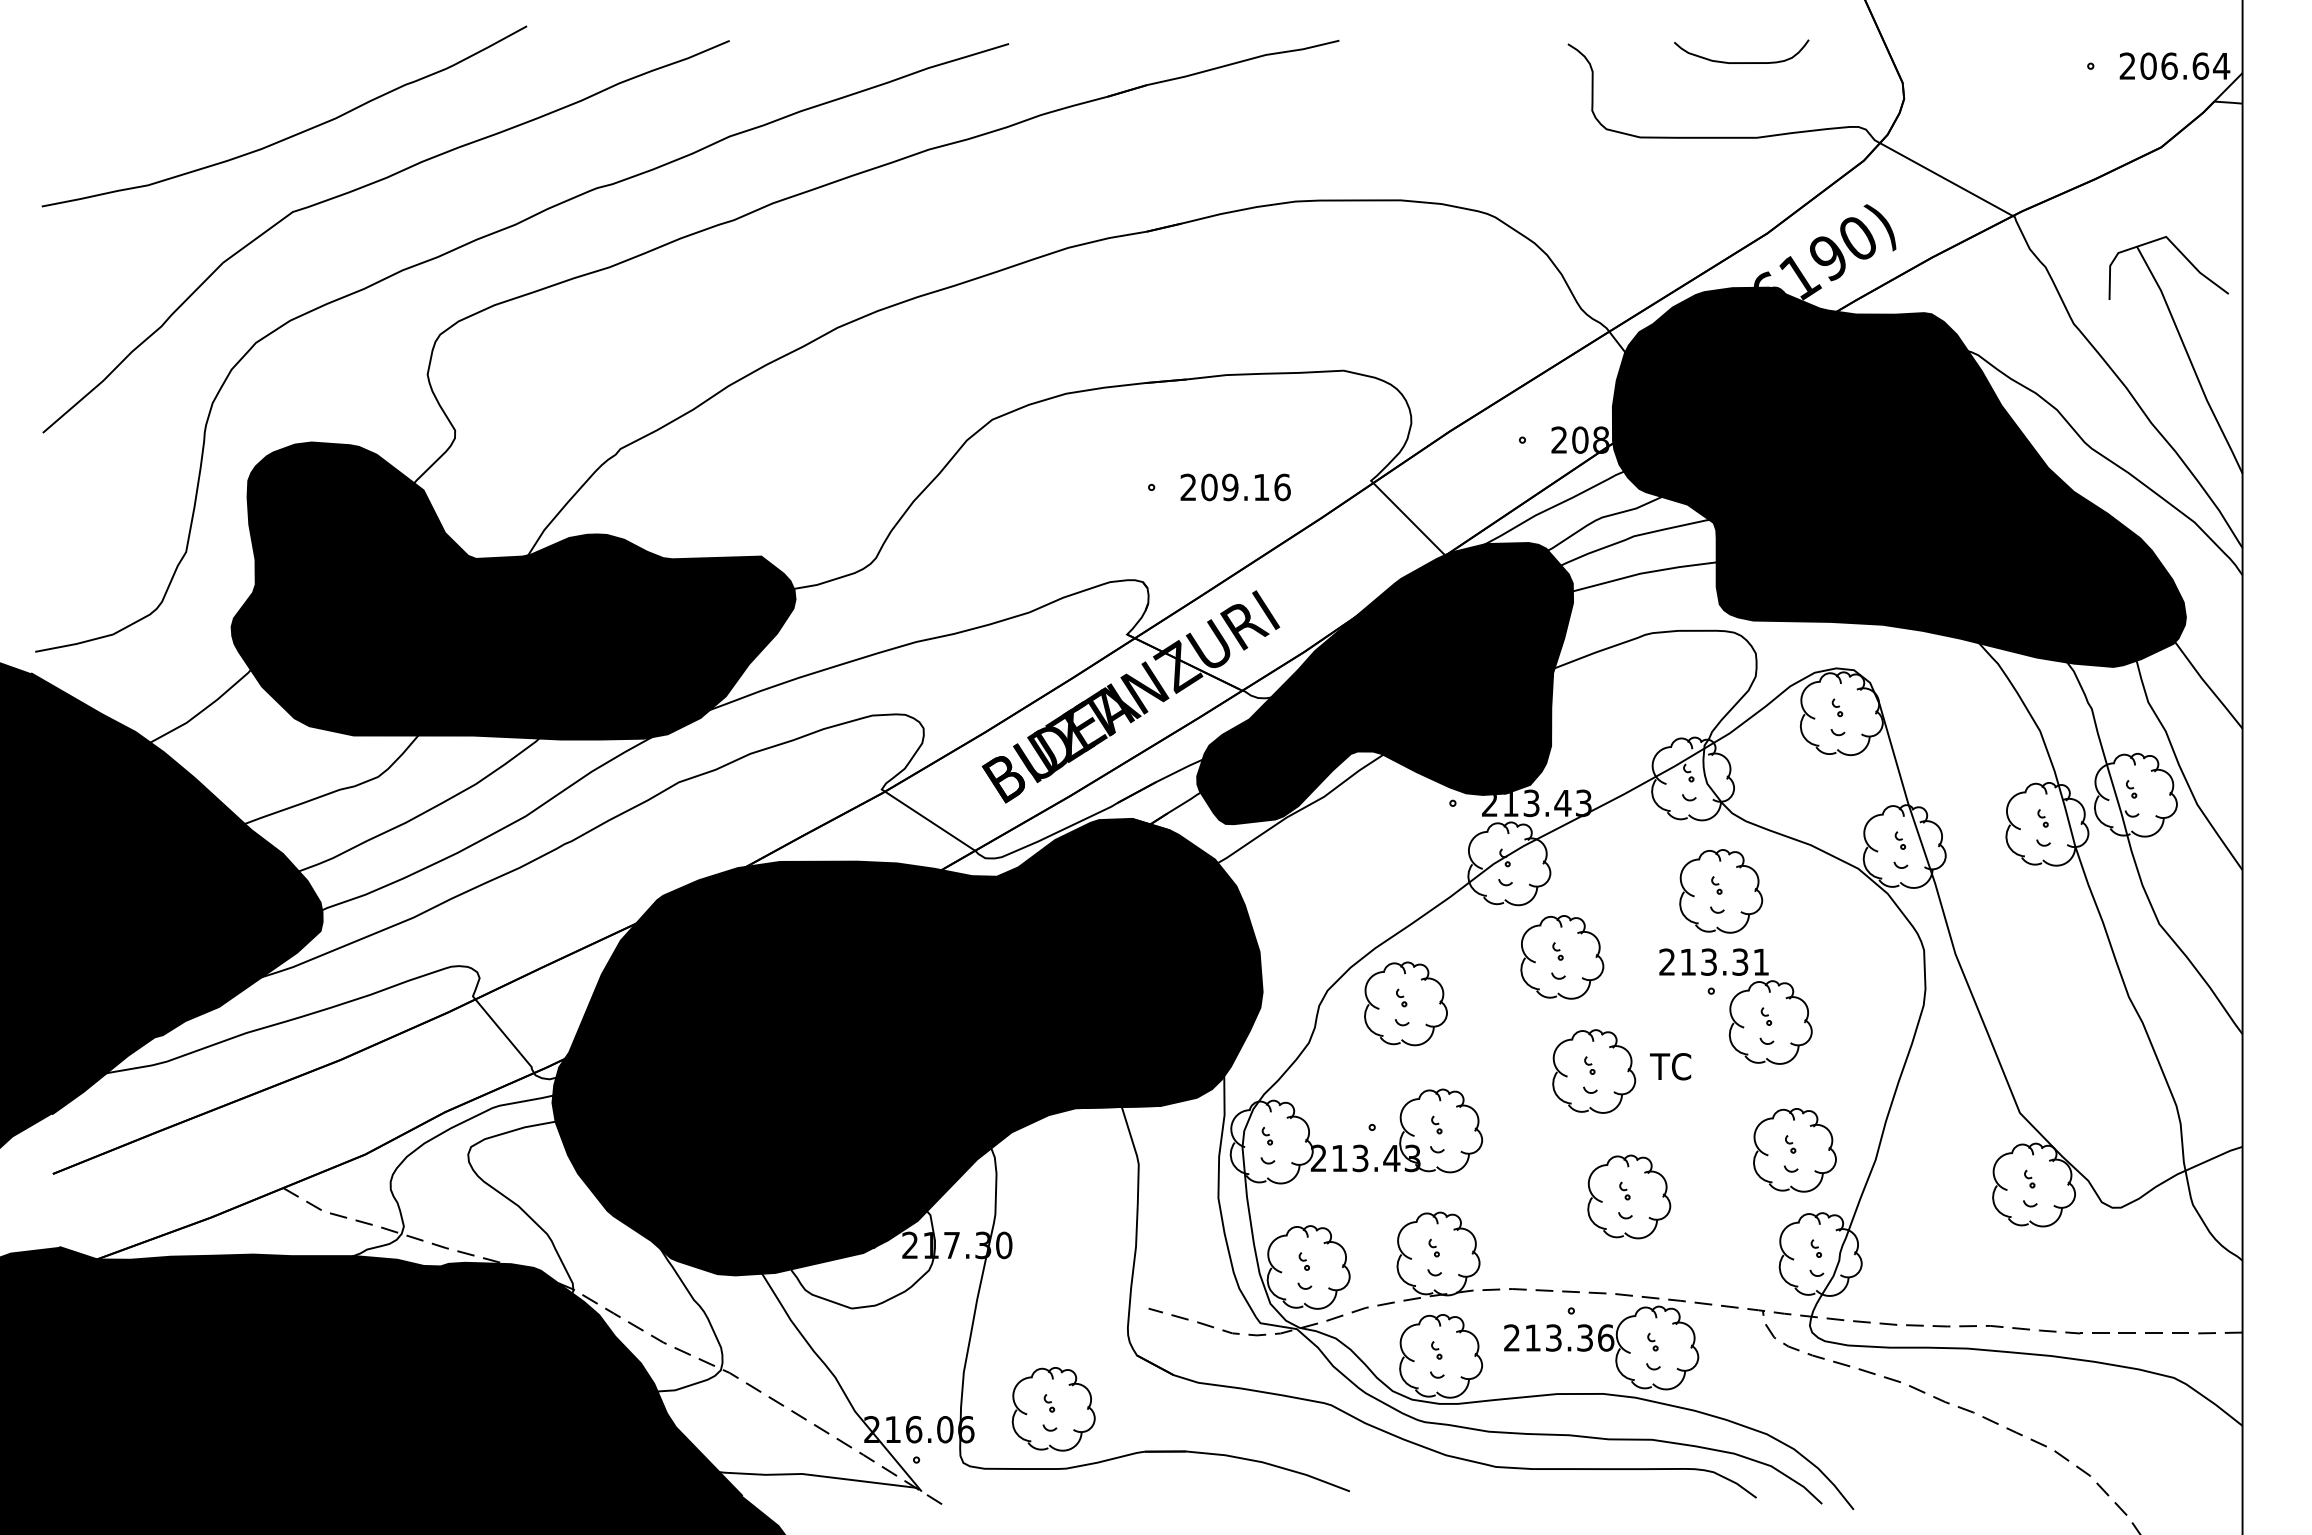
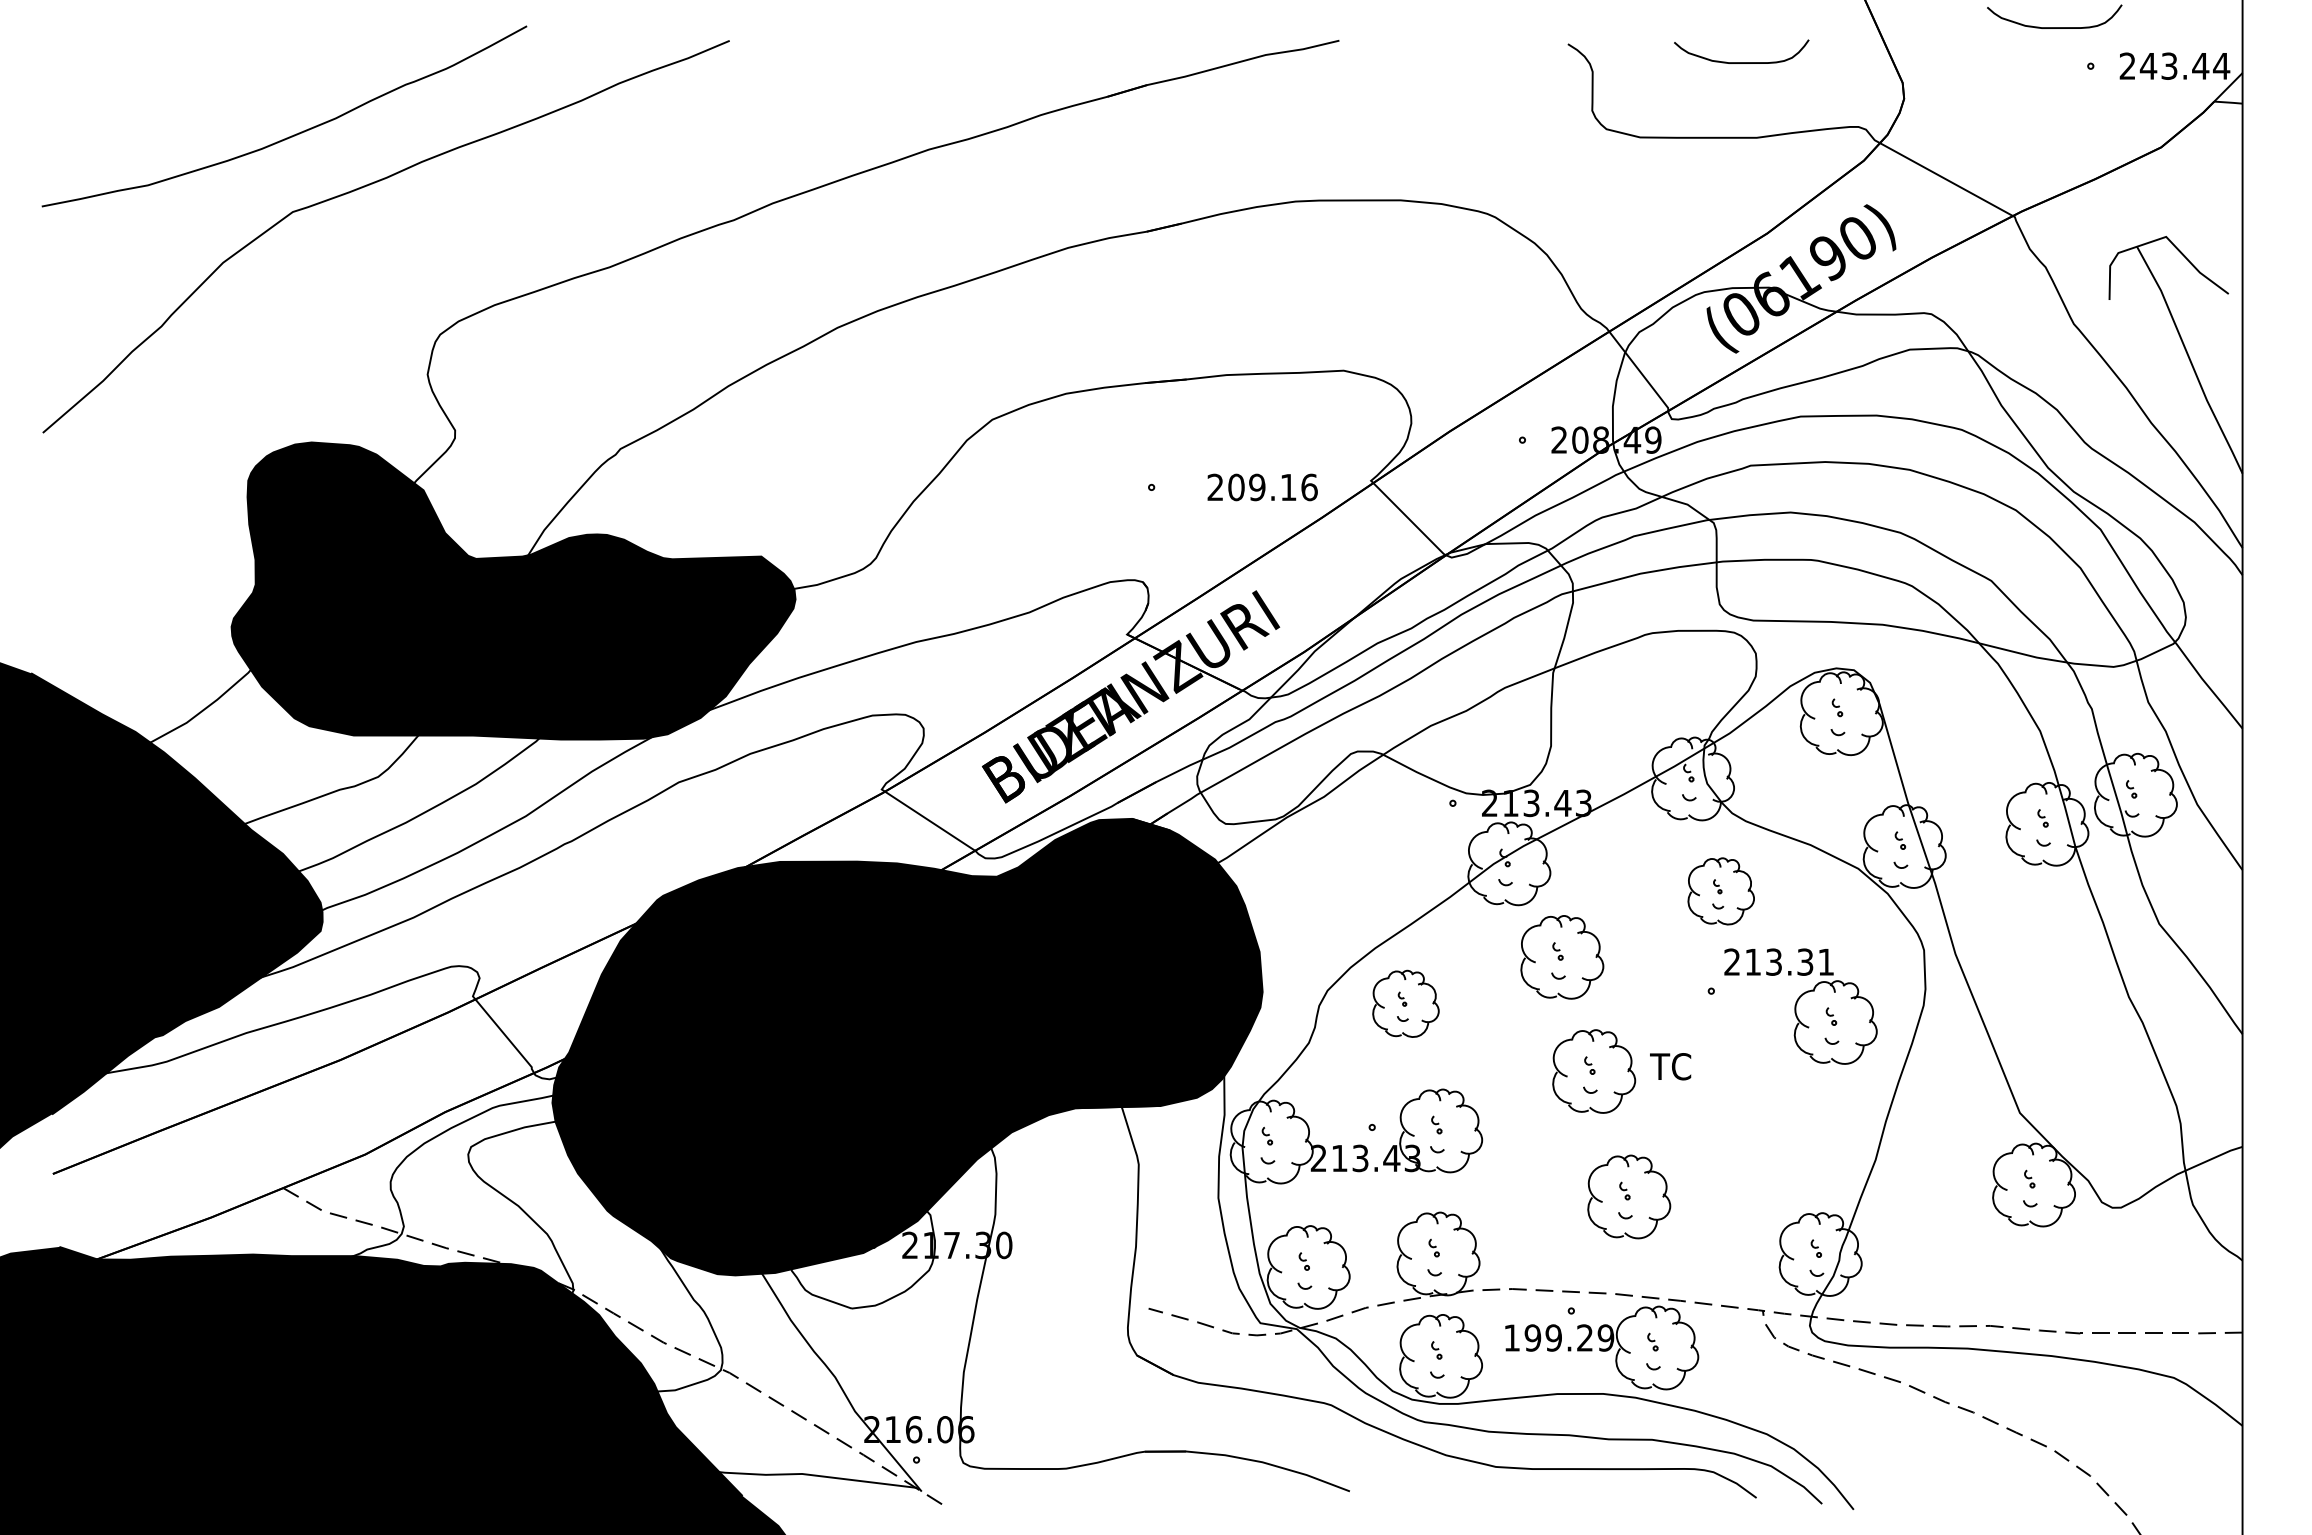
curve at (2054, 27): none -> present
text at (2174, 65): 206.64 -> 243.44
curve at (473, 242): present -> none
fill at (1898, 476): present -> none
text at (1235, 487) position: (1235, 487) -> (1262, 487)
fill at (1385, 683): present -> none
part at (1721, 891) size: 85x85 px -> 68x69 px
part at (1405, 1003) size: 84x86 px -> 68x69 px
part at (1735, 1006) position: (1735, 1006) -> (1800, 1006)
part at (1794, 1150): present -> none
text at (1559, 1337): 213.36 -> 199.29
part at (1053, 1409): present -> none
